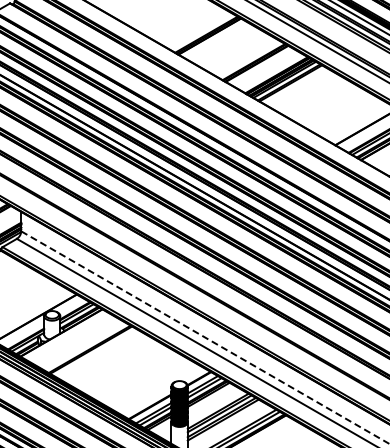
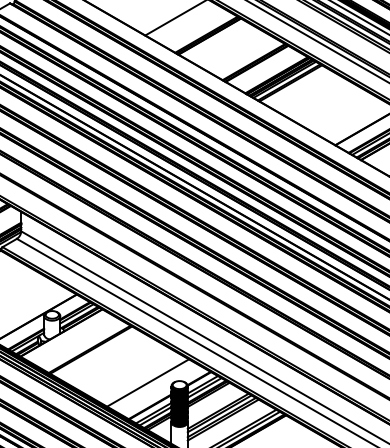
line at (173, 18): none -> present
line at (205, 337): dashed -> solid
line at (148, 382): none -> present
